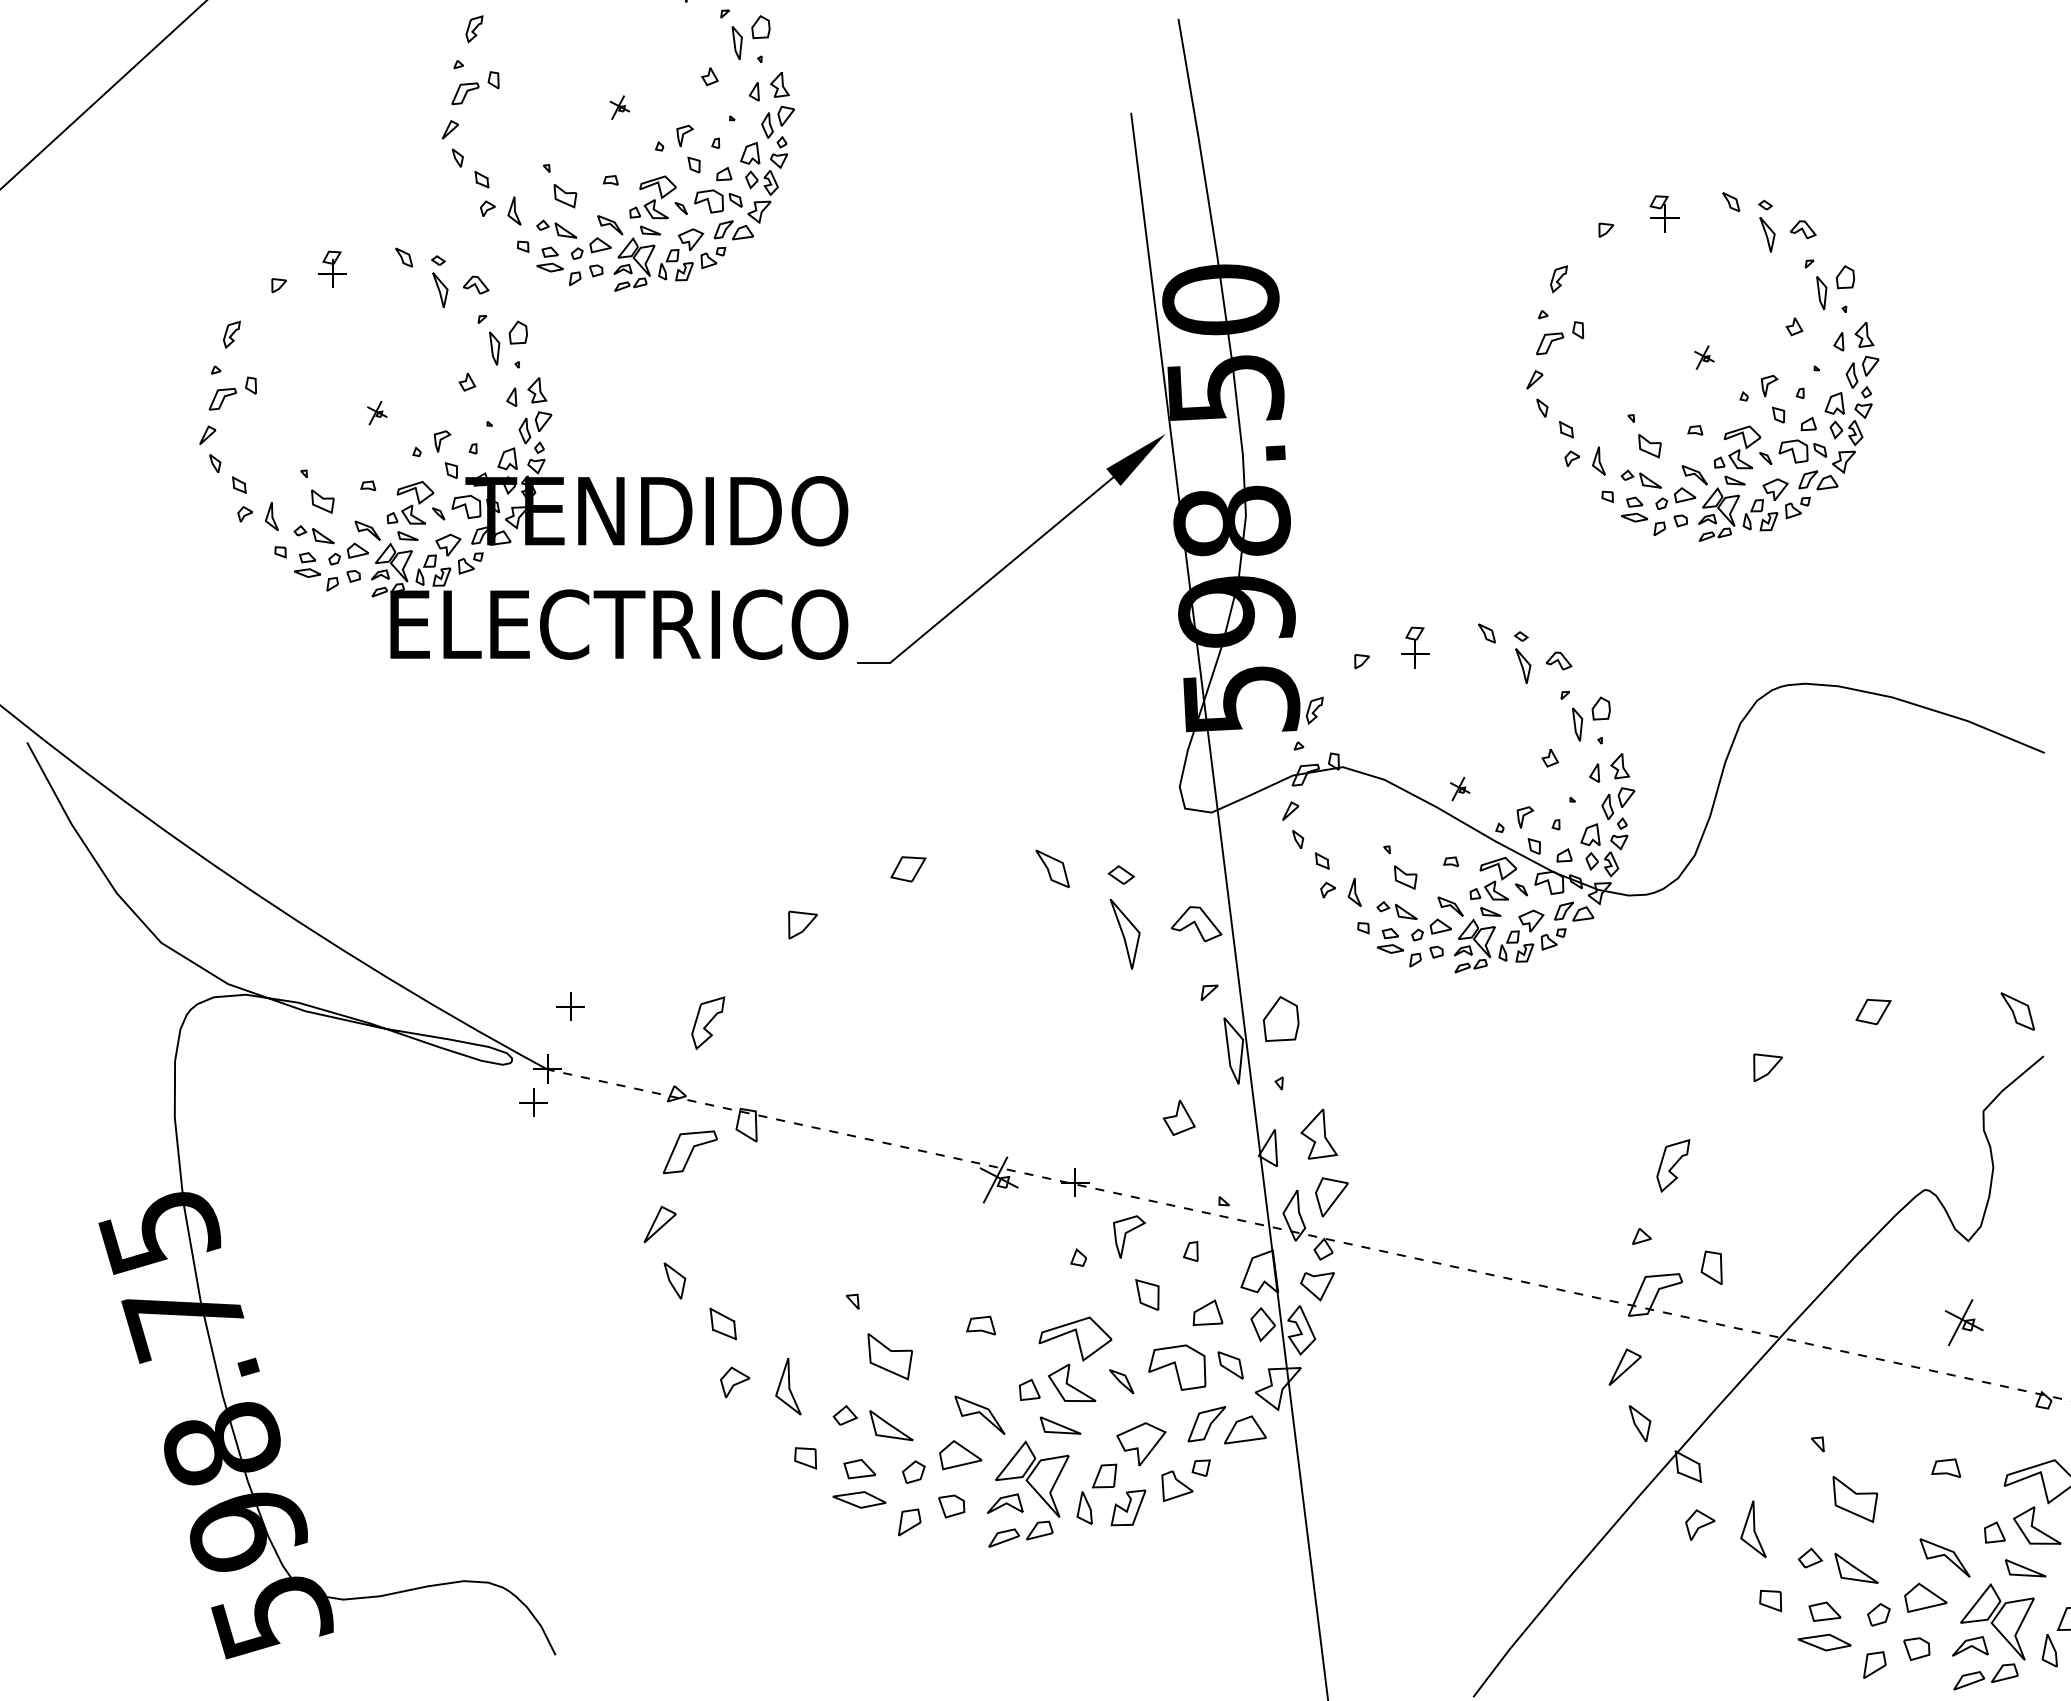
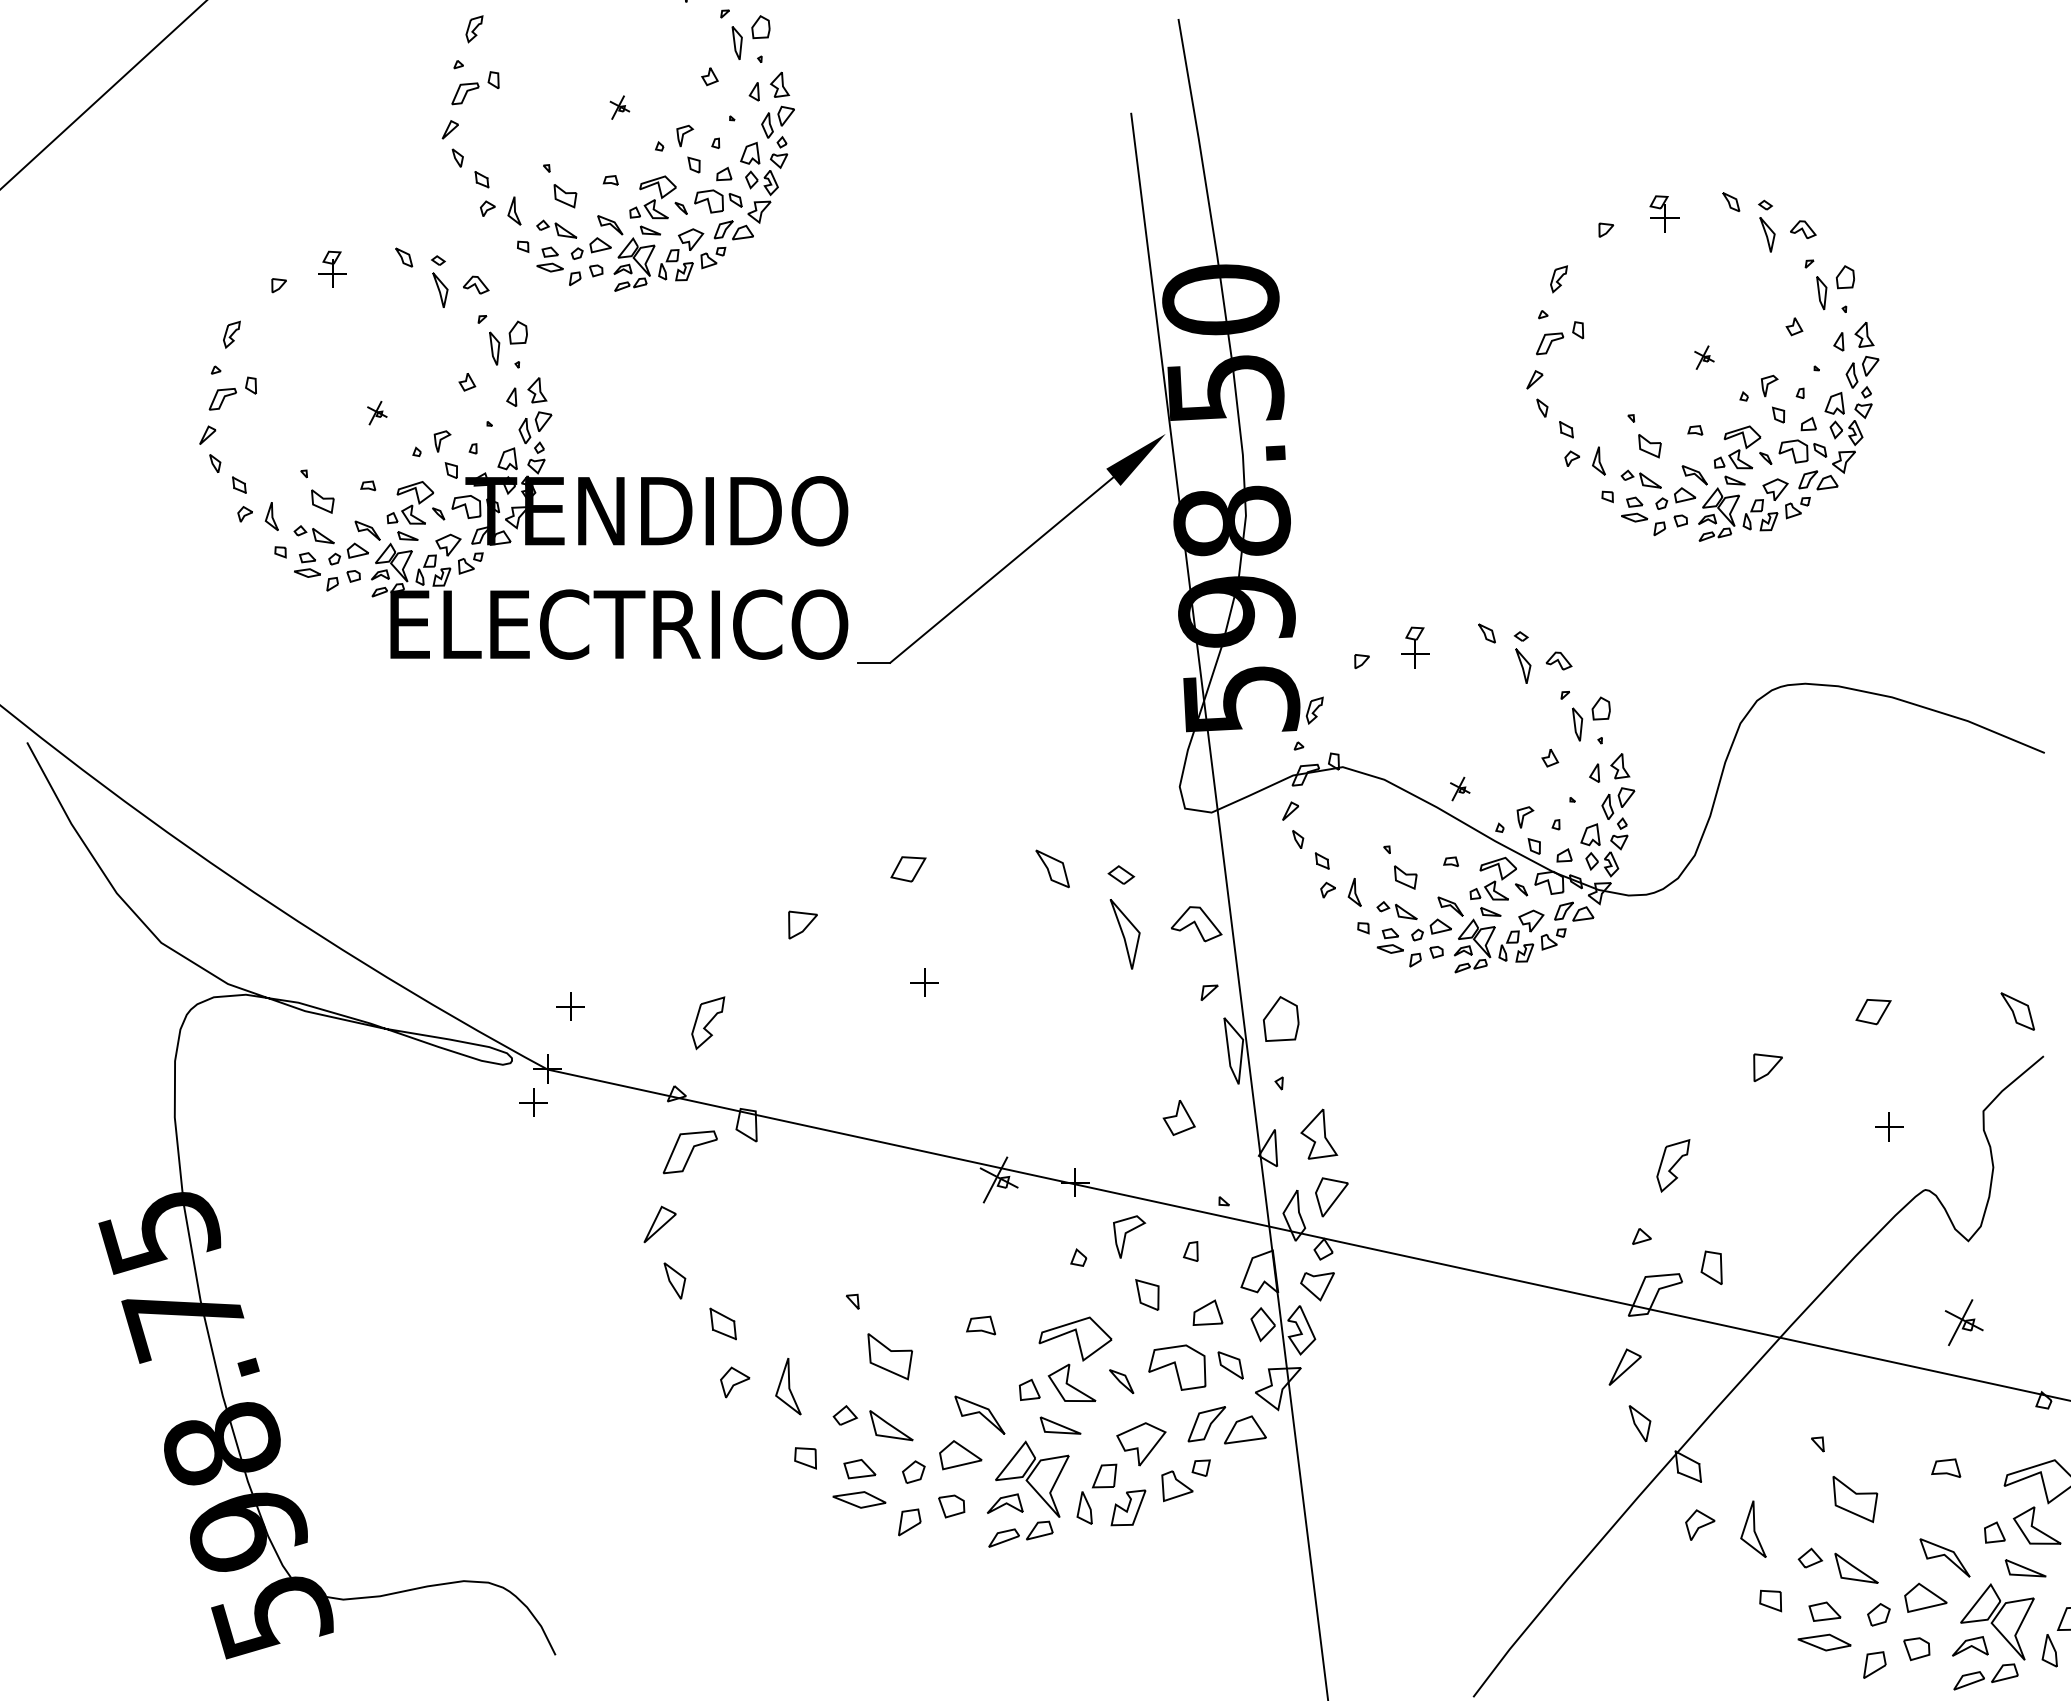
part at (924, 982): none -> present
part at (1889, 1126): none -> present
line at (1308, 1235): dashed -> solid
